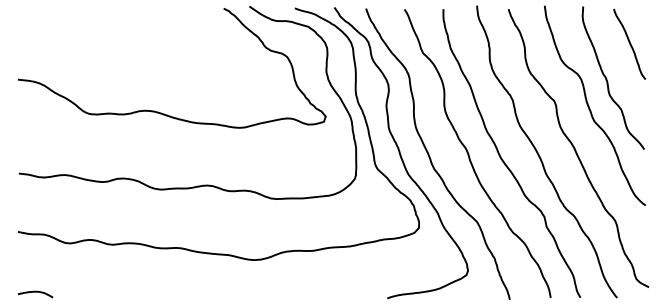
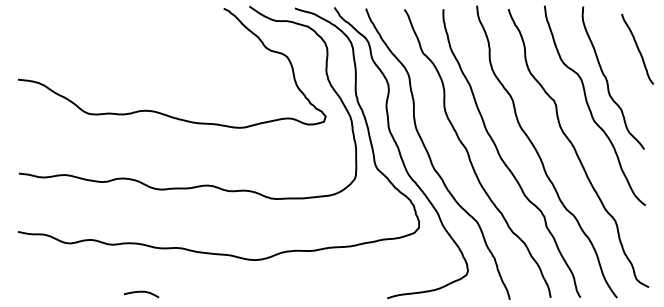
curve at (629, 43) position: (629, 43) -> (637, 48)
curve at (35, 292) position: (35, 292) -> (141, 292)
